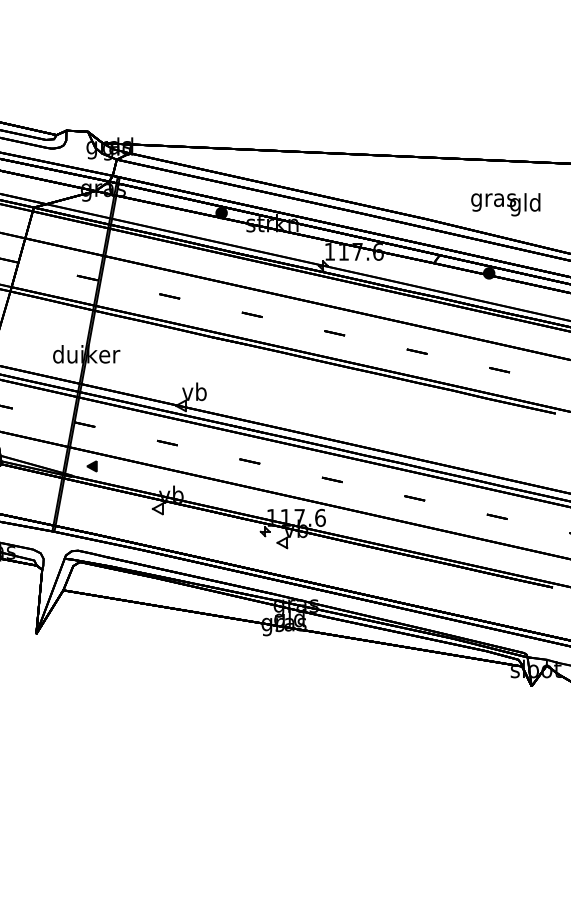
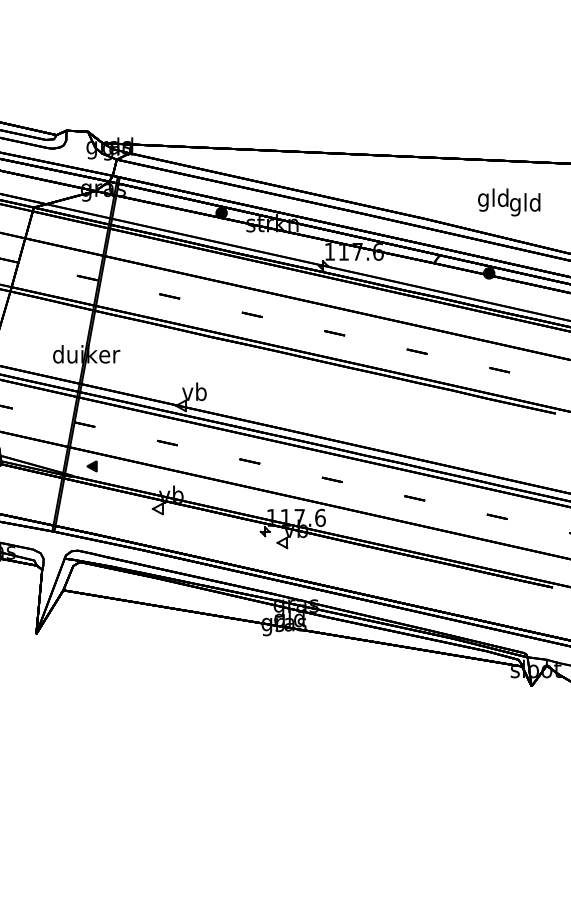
text at (493, 199): gras -> gld
